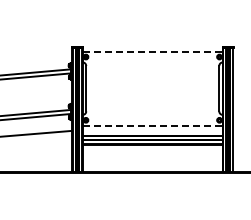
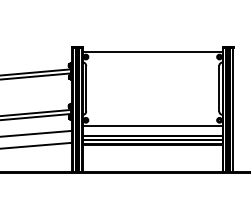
line at (152, 51): dashed -> solid
line at (152, 125): dashed -> solid
line at (36, 145): none -> present
